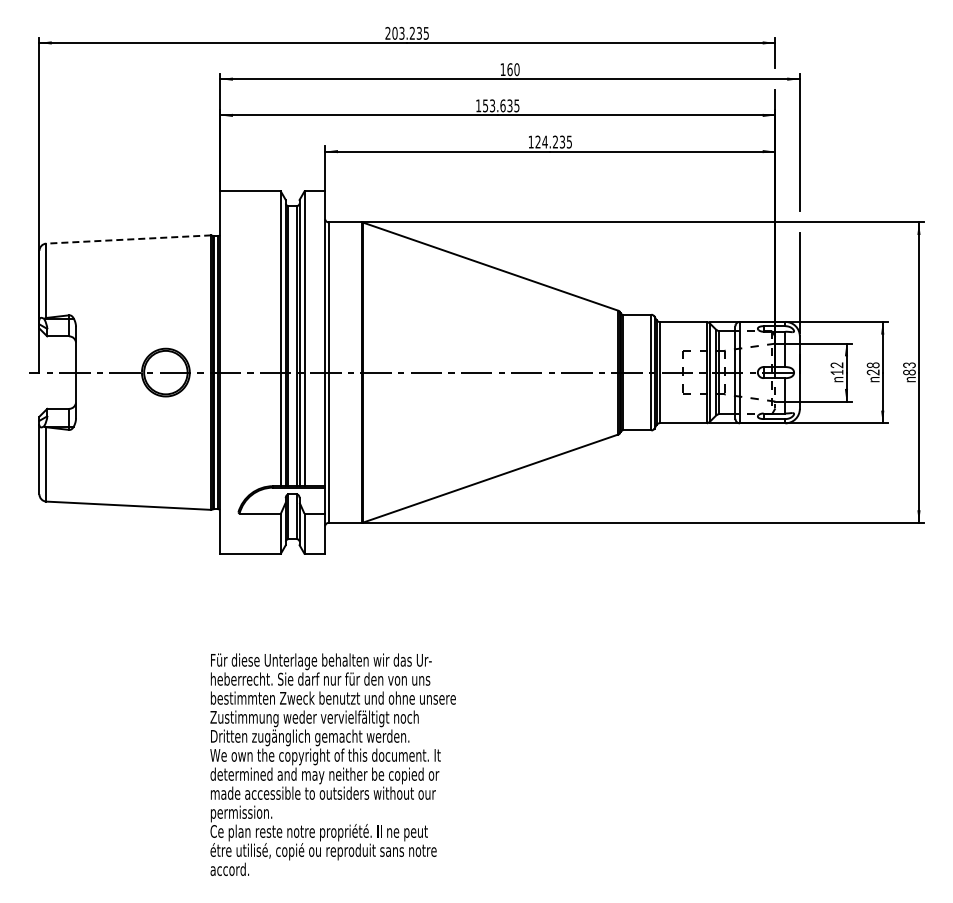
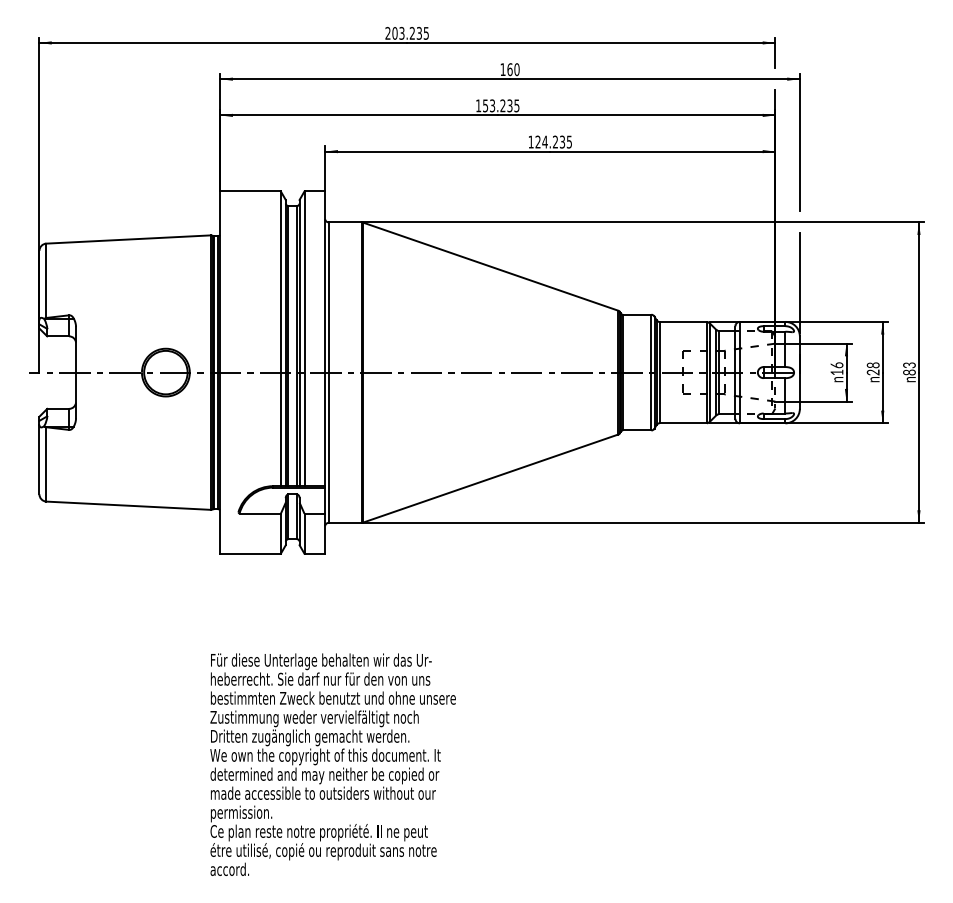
text at (502, 105): 153.635 -> 153.235
line at (128, 239): dashed -> solid
text at (836, 365): 12 -> 16
